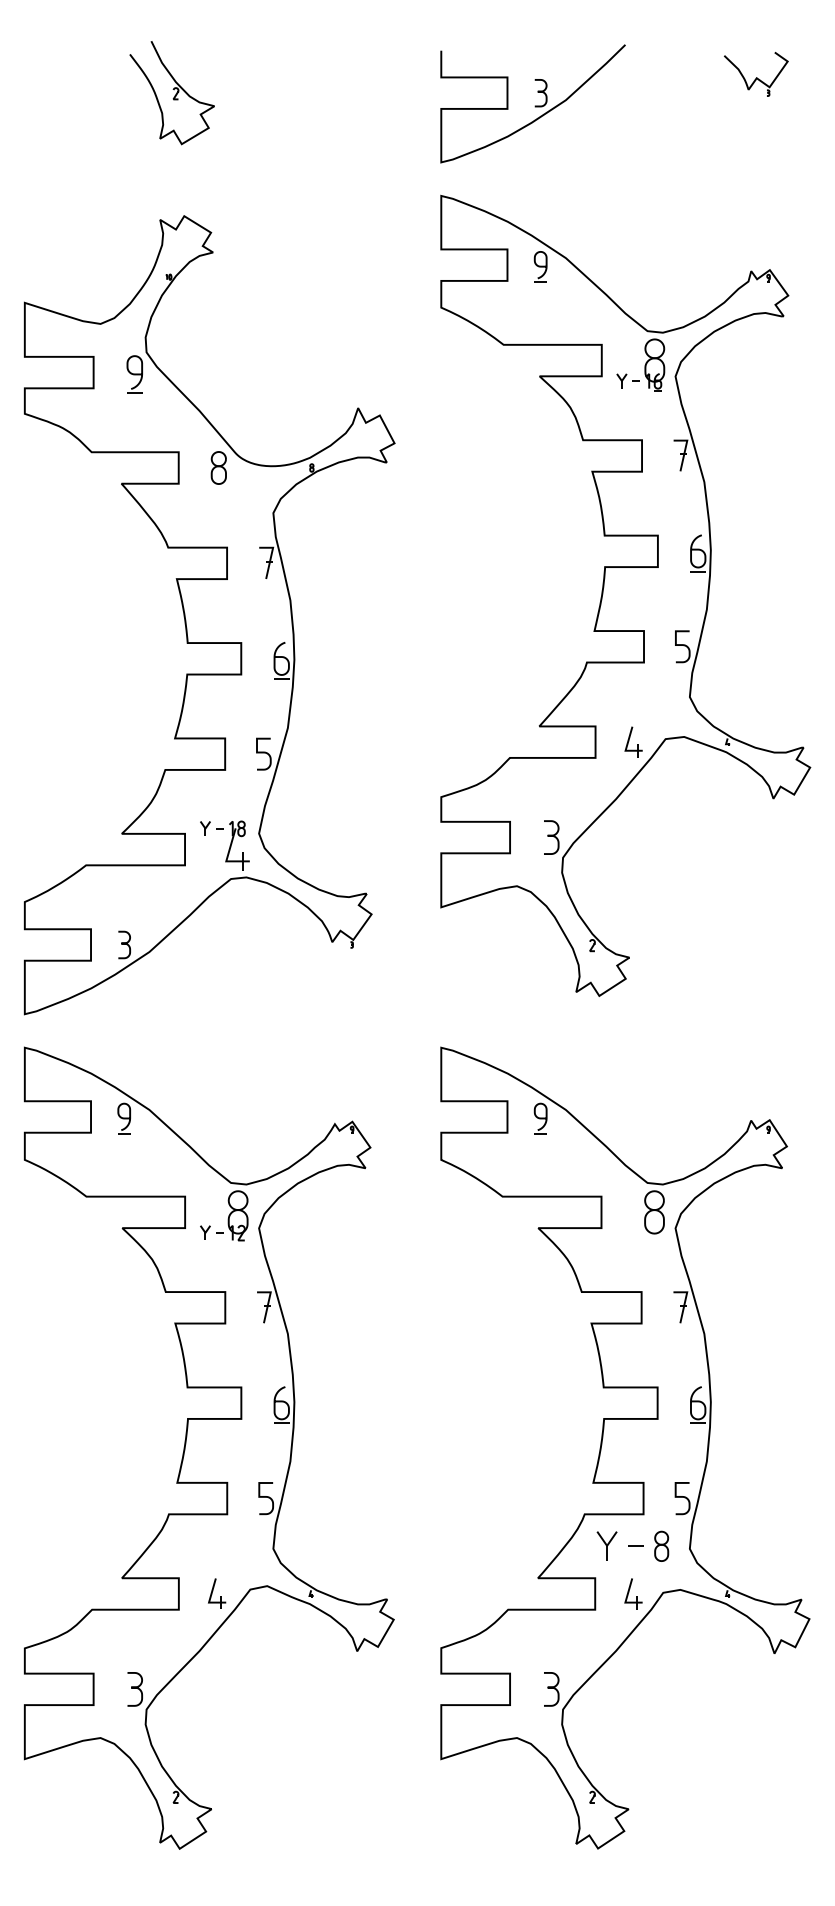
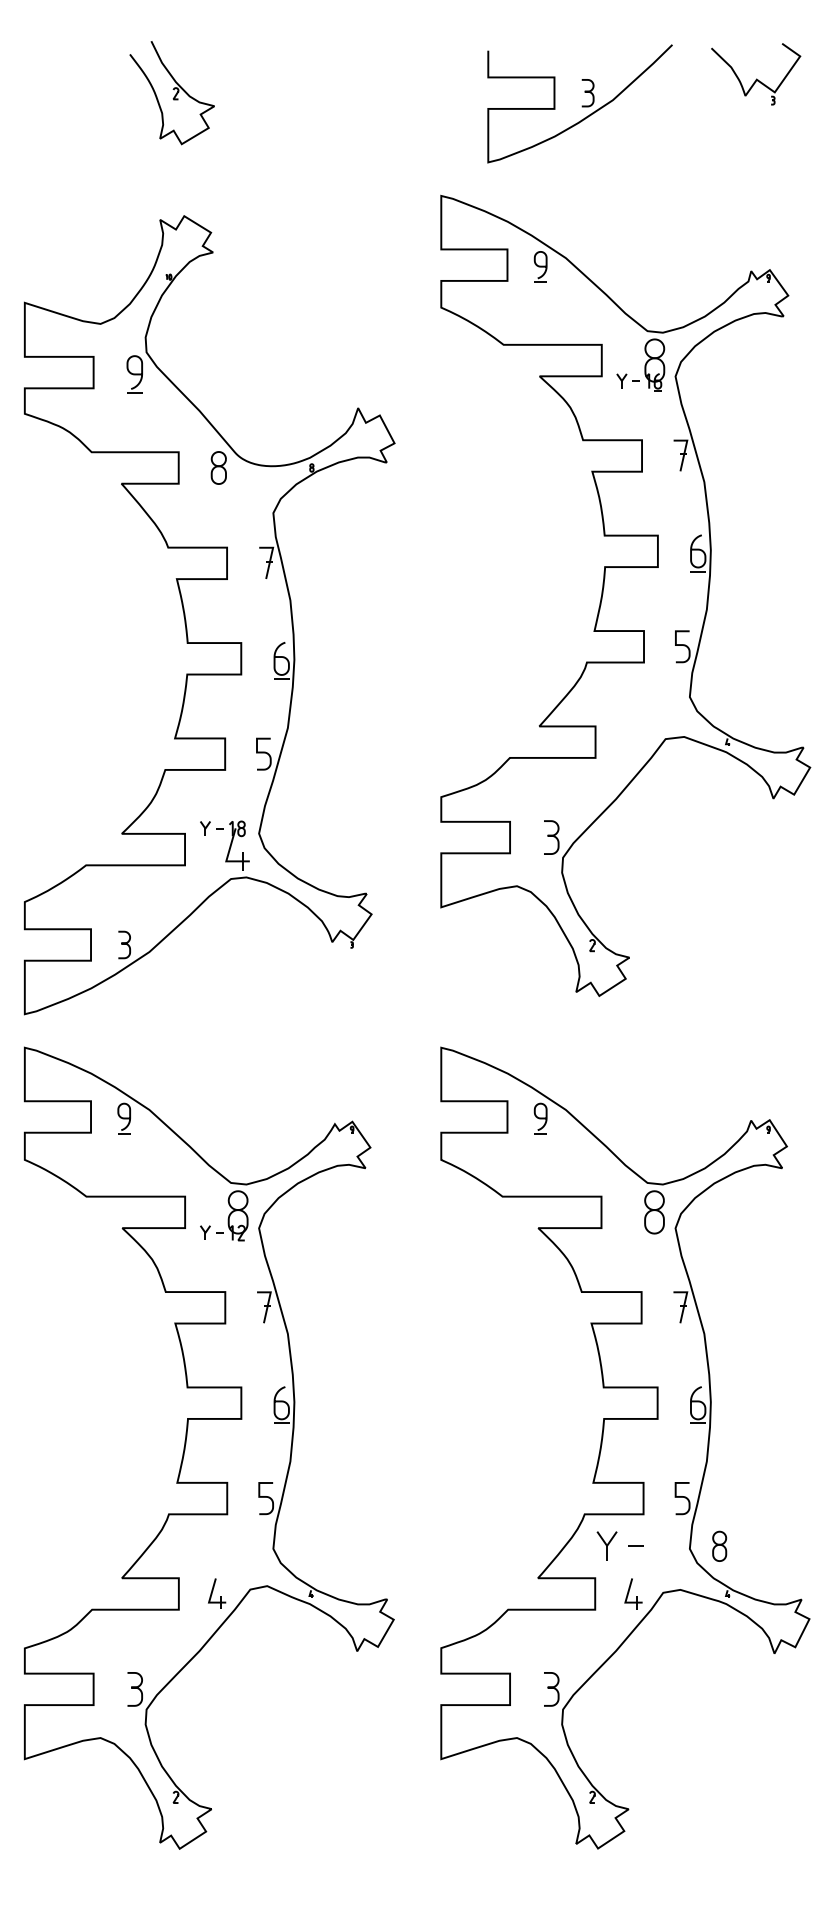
part at (756, 74) size: 65x45 px -> 91x63 px
part at (532, 103) position: (532, 103) -> (579, 103)
part at (633, 741): present -> none
part at (661, 1545) position: (661, 1545) -> (719, 1545)
